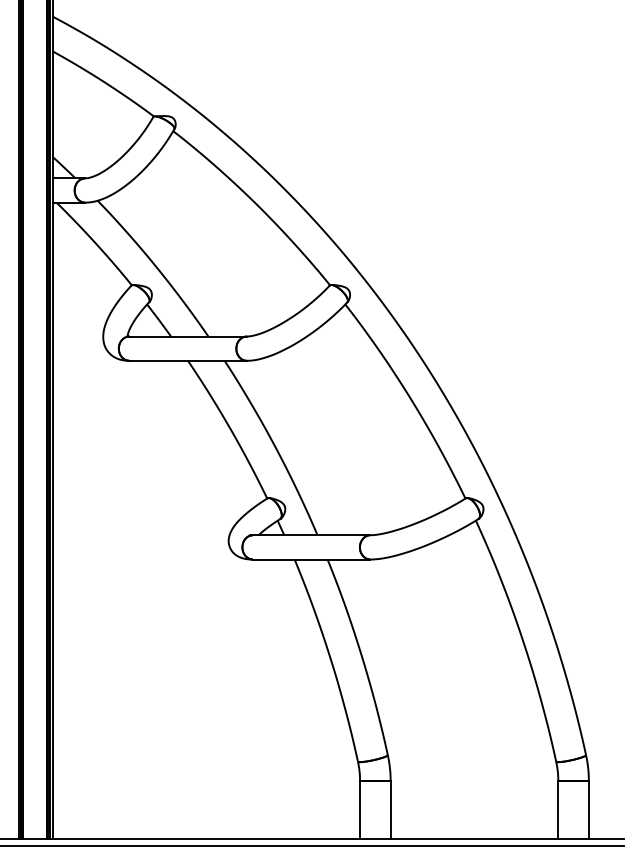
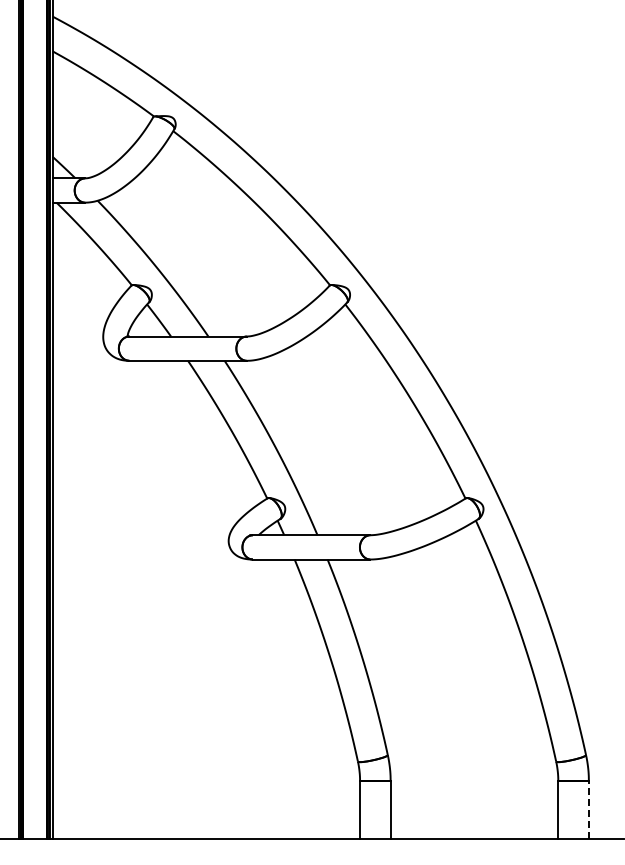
line at (588, 810): solid -> dashed
line at (311, 846): present -> none
